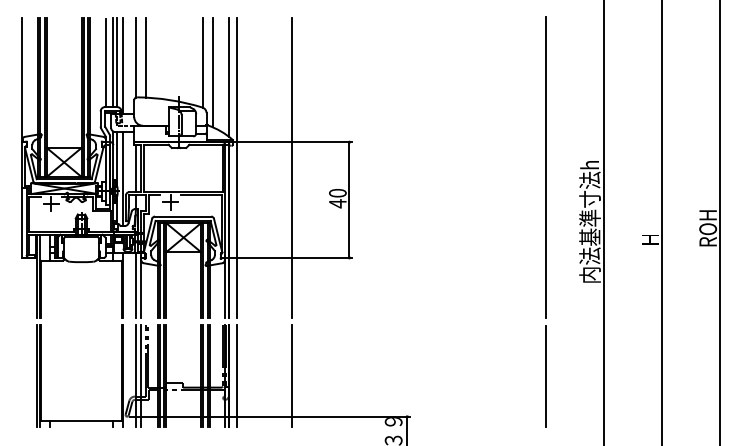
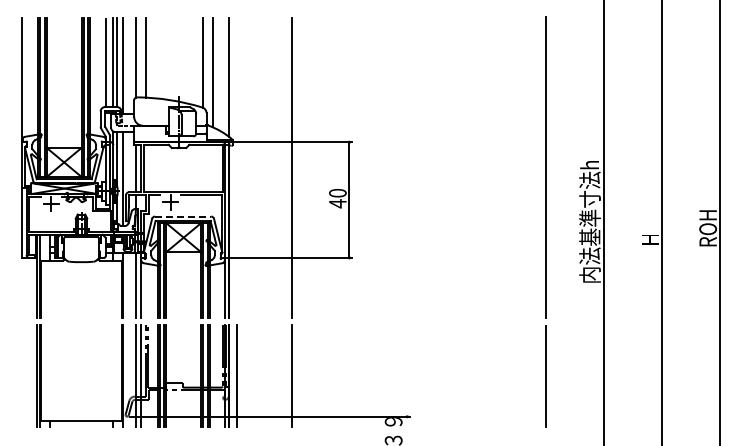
line at (237, 167): present -> none
line at (183, 216): solid -> dashed
line at (407, 429): present -> none
